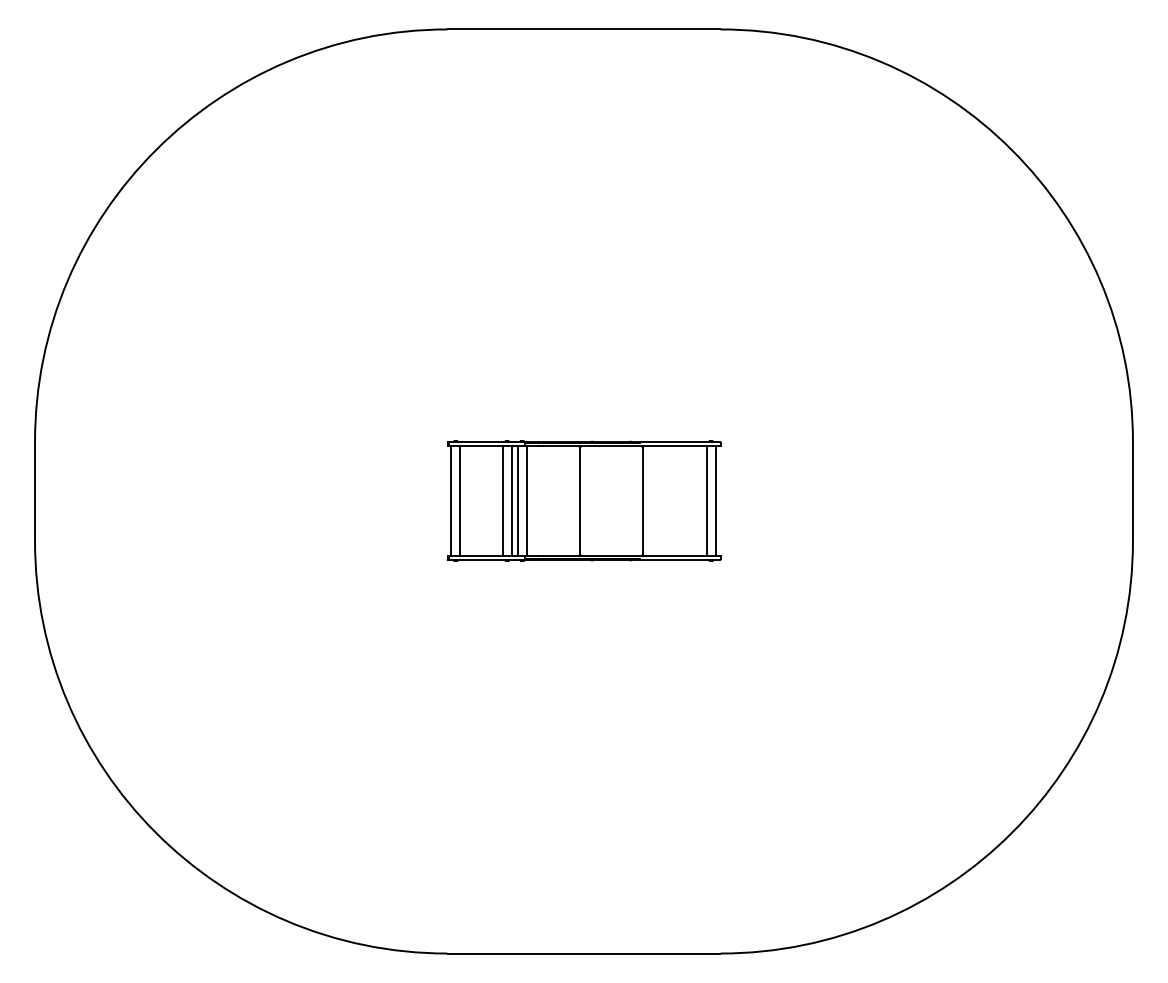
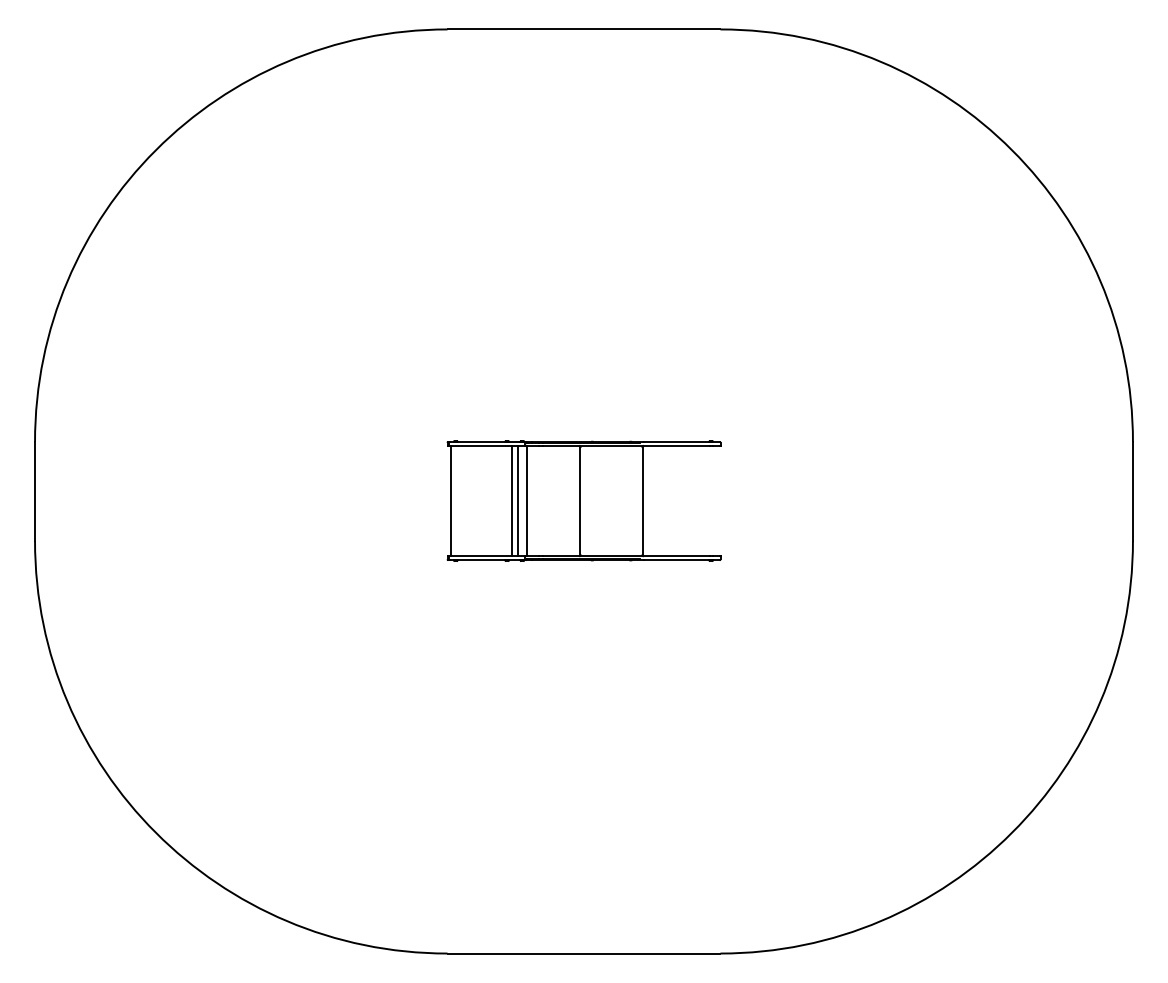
line at (460, 501): present -> none
line at (502, 501): present -> none
line at (706, 501): present -> none
line at (715, 501): present -> none
